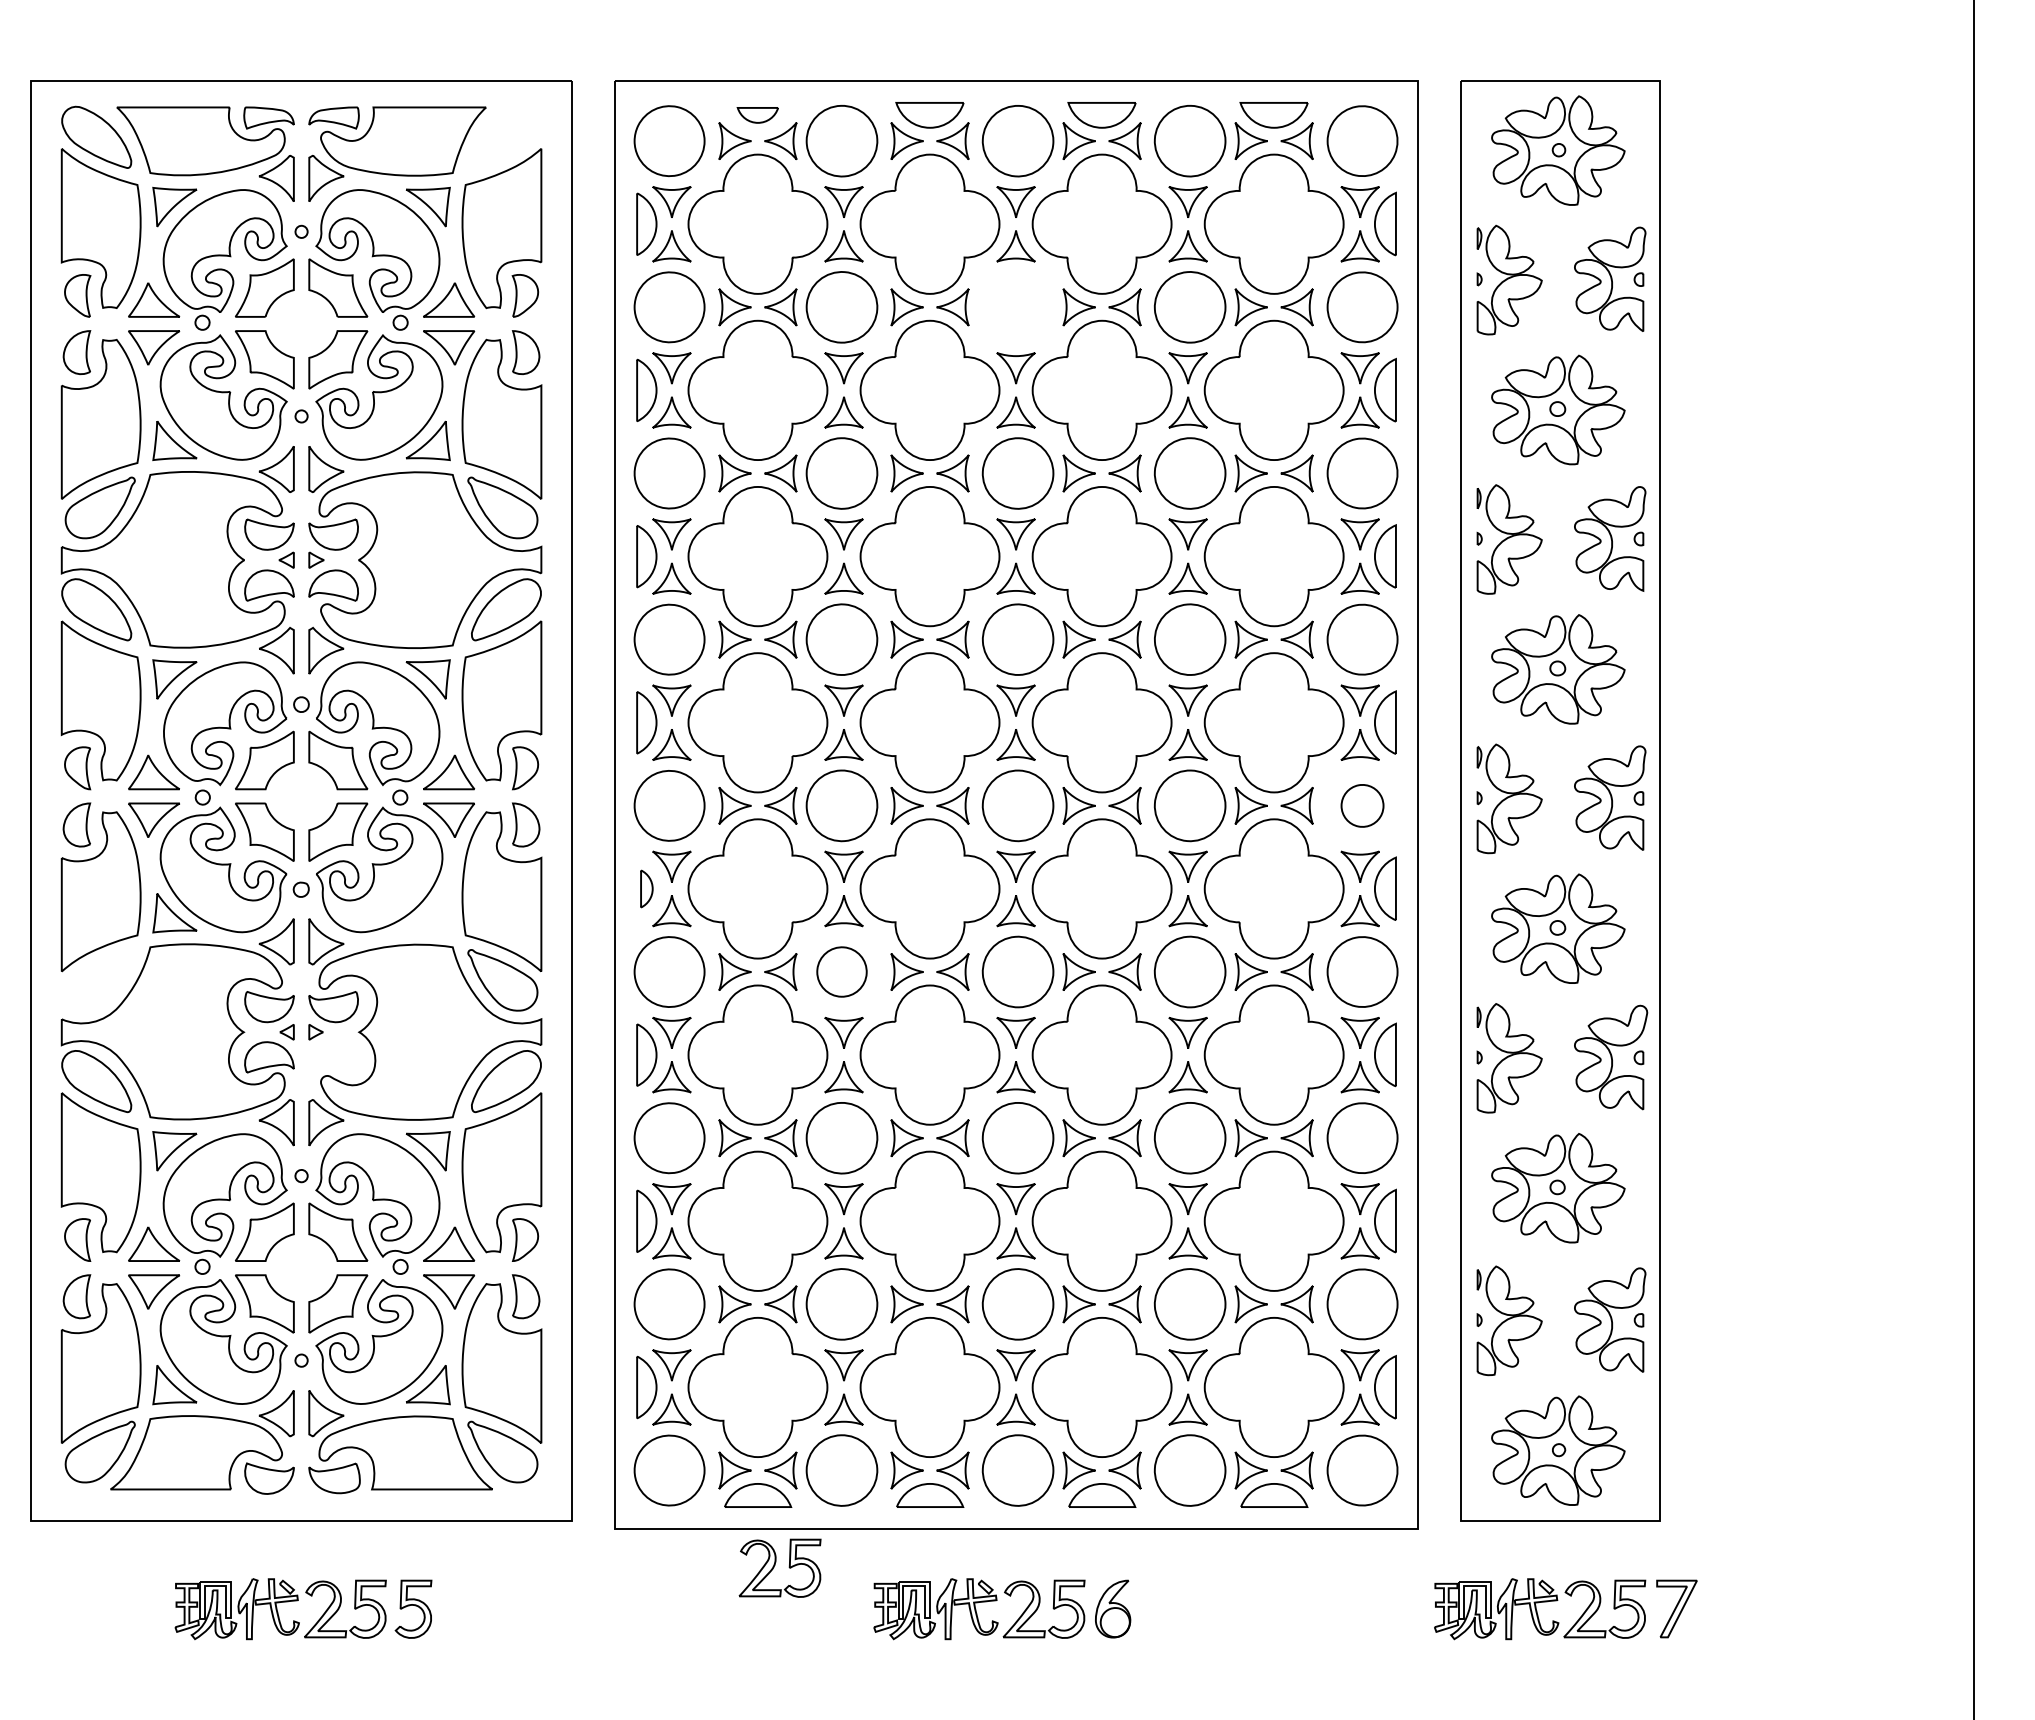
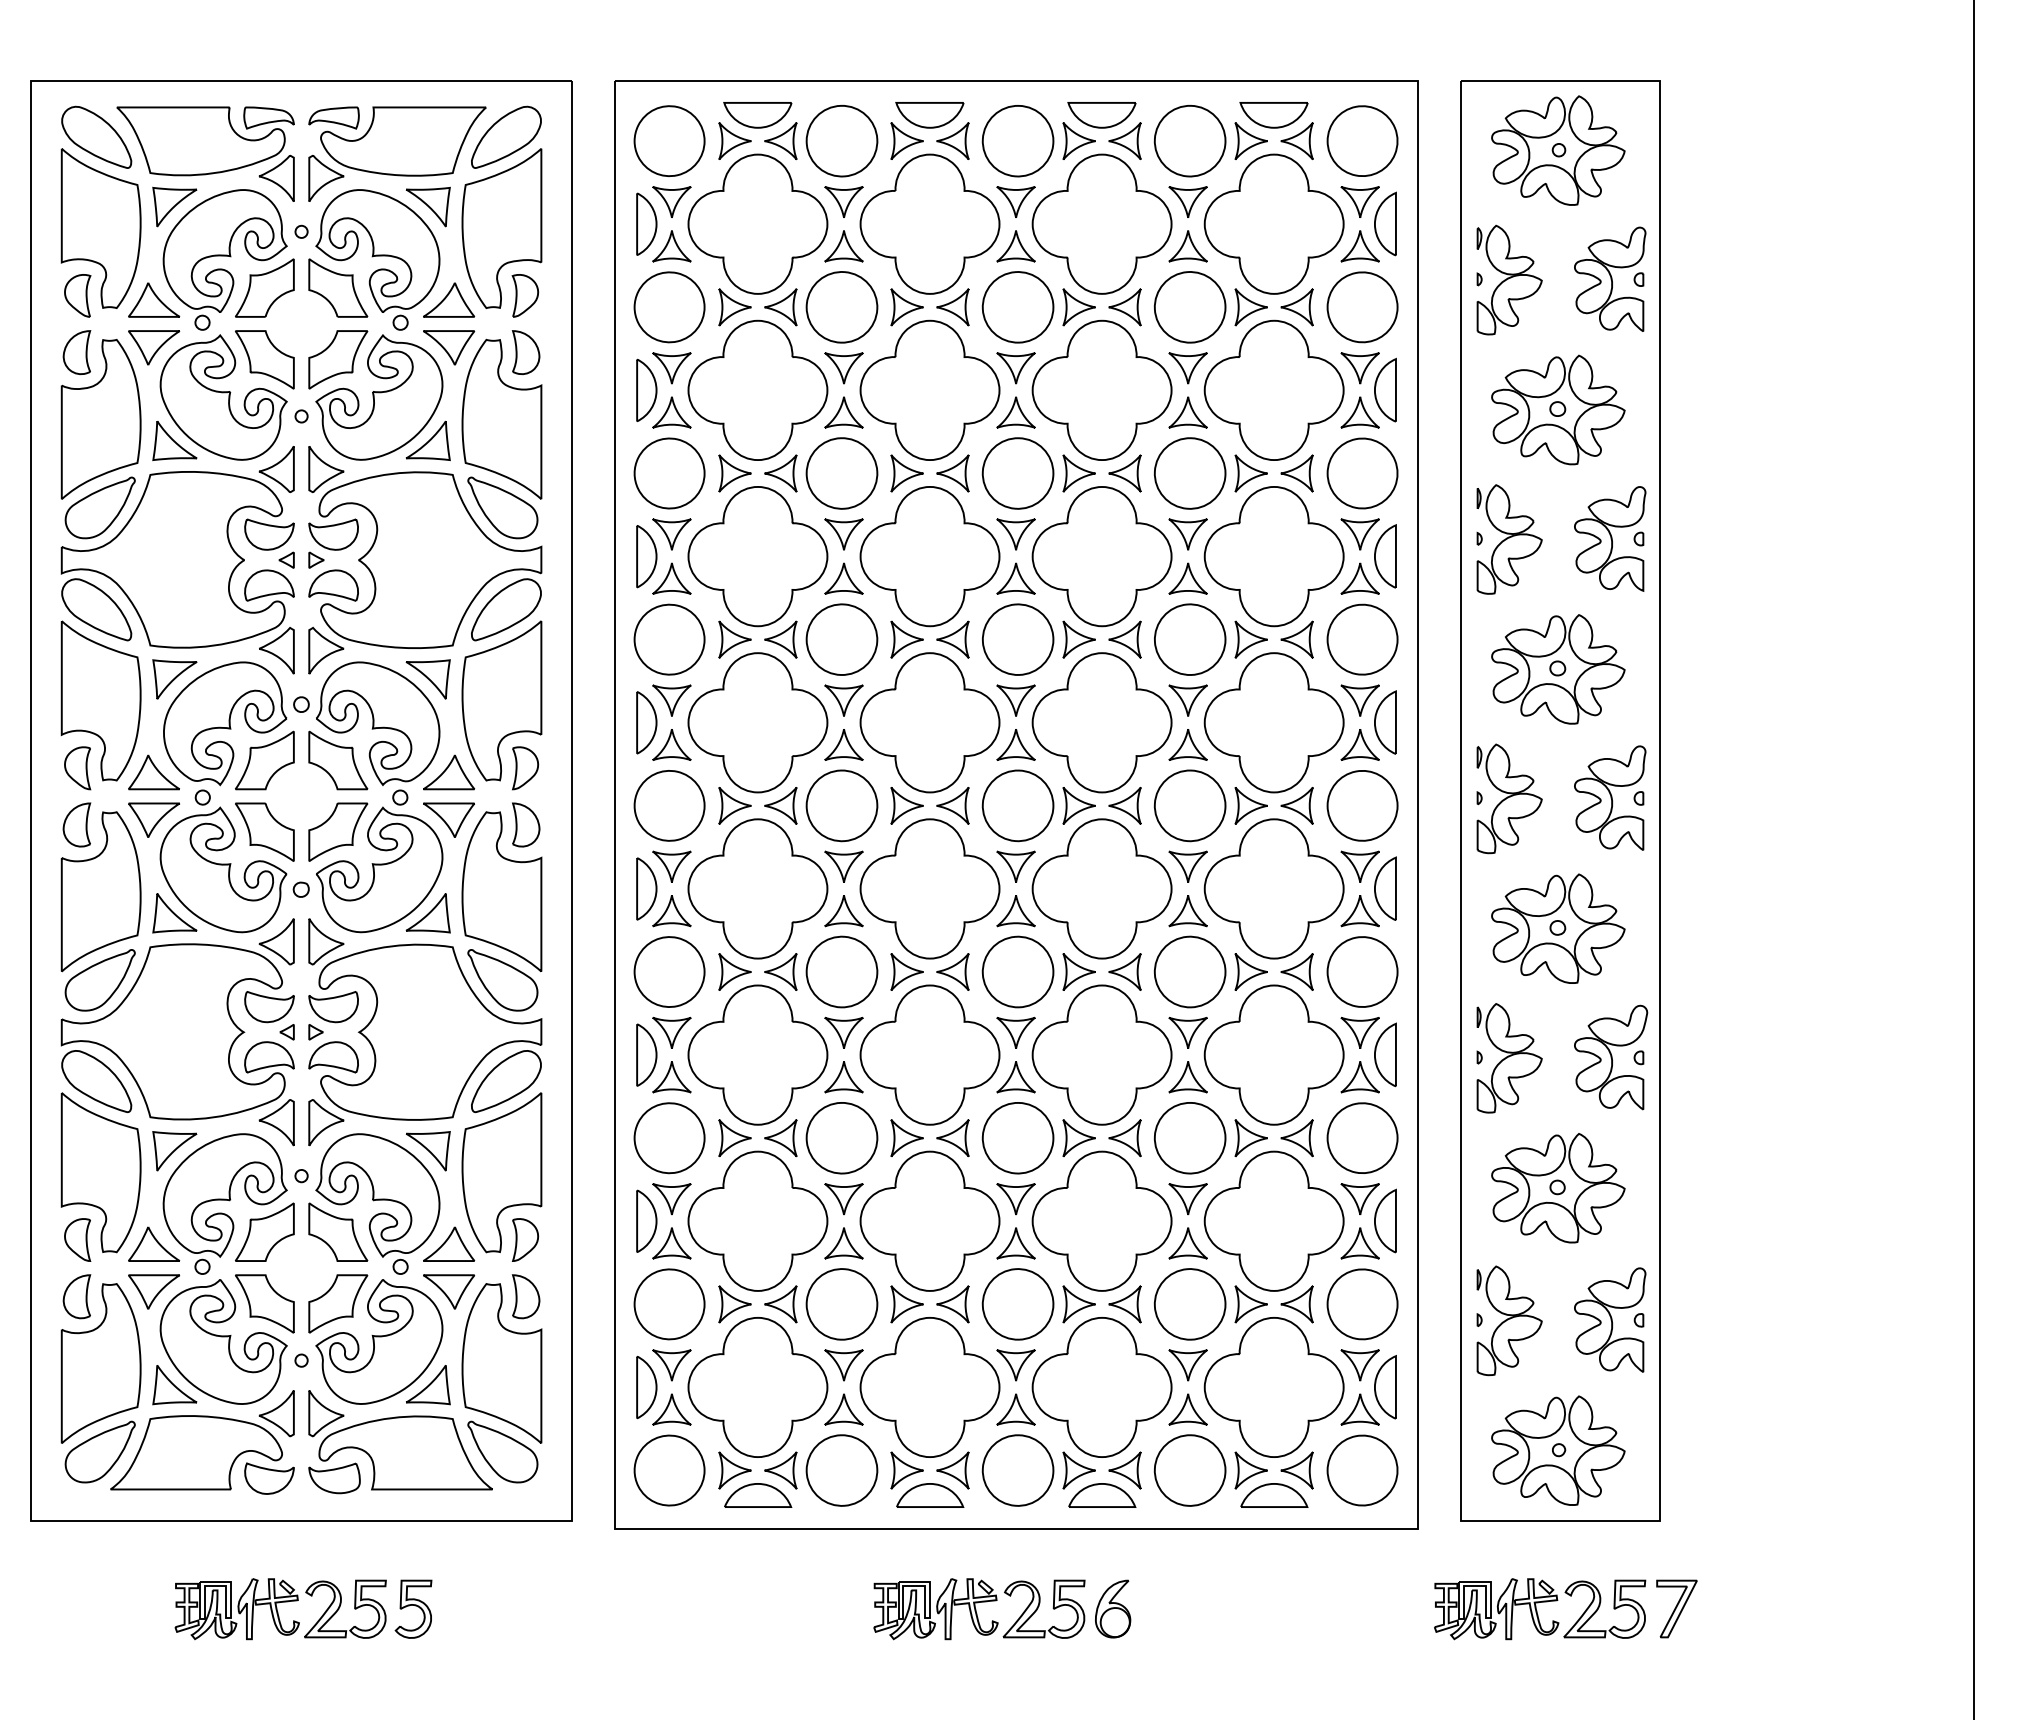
part at (757, 115) size: 43x17 px -> 70x27 px
part at (506, 136): none -> present
part at (1017, 307): none -> present
part at (1362, 805) size: 45x44 px -> 73x72 px
part at (646, 888) size: 14x40 px -> 22x64 px
part at (427, 913): none -> present
part at (841, 971) size: 52x52 px -> 74x74 px
part at (99, 980): none -> present
part at (333, 1057): none -> present
part at (779, 1567): present -> none
